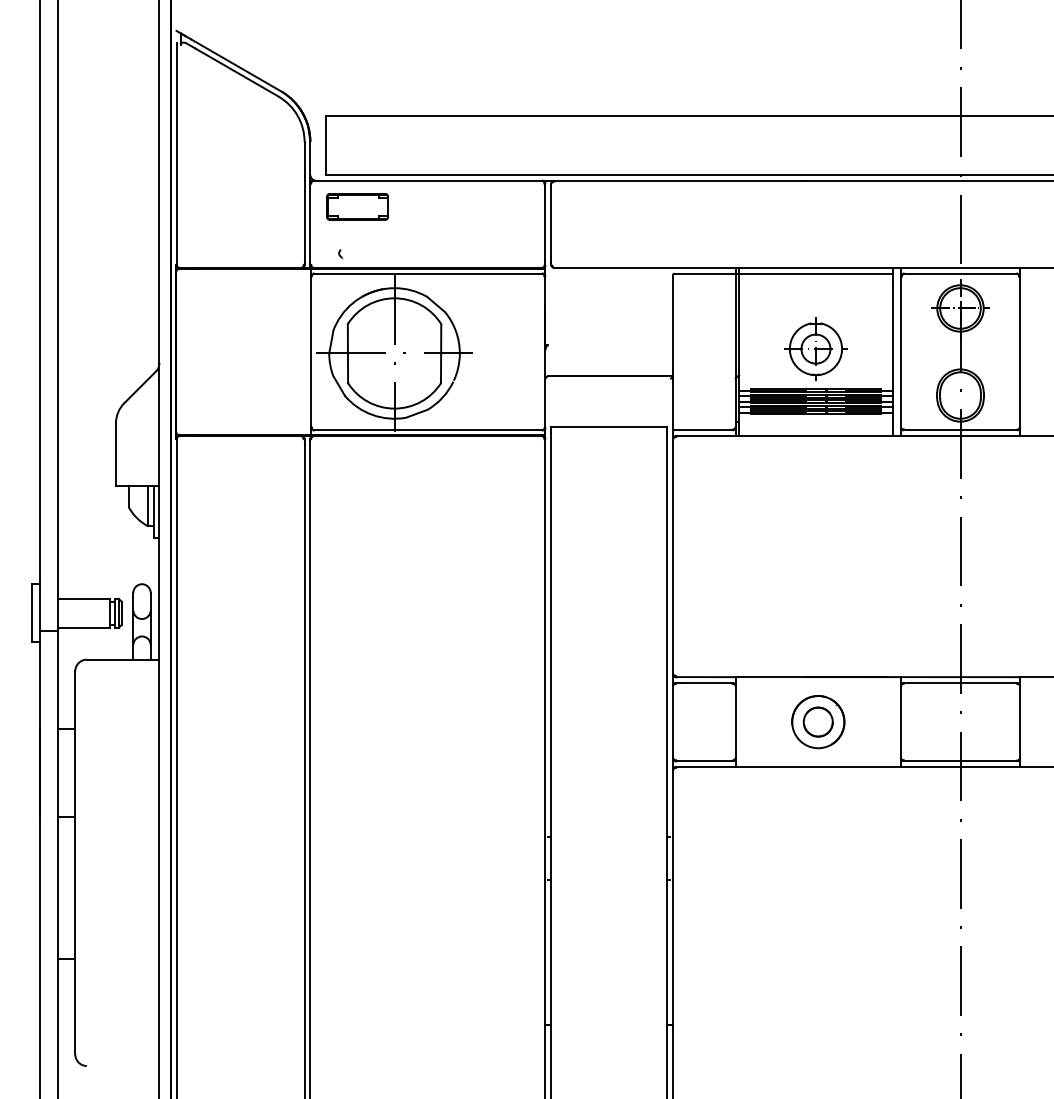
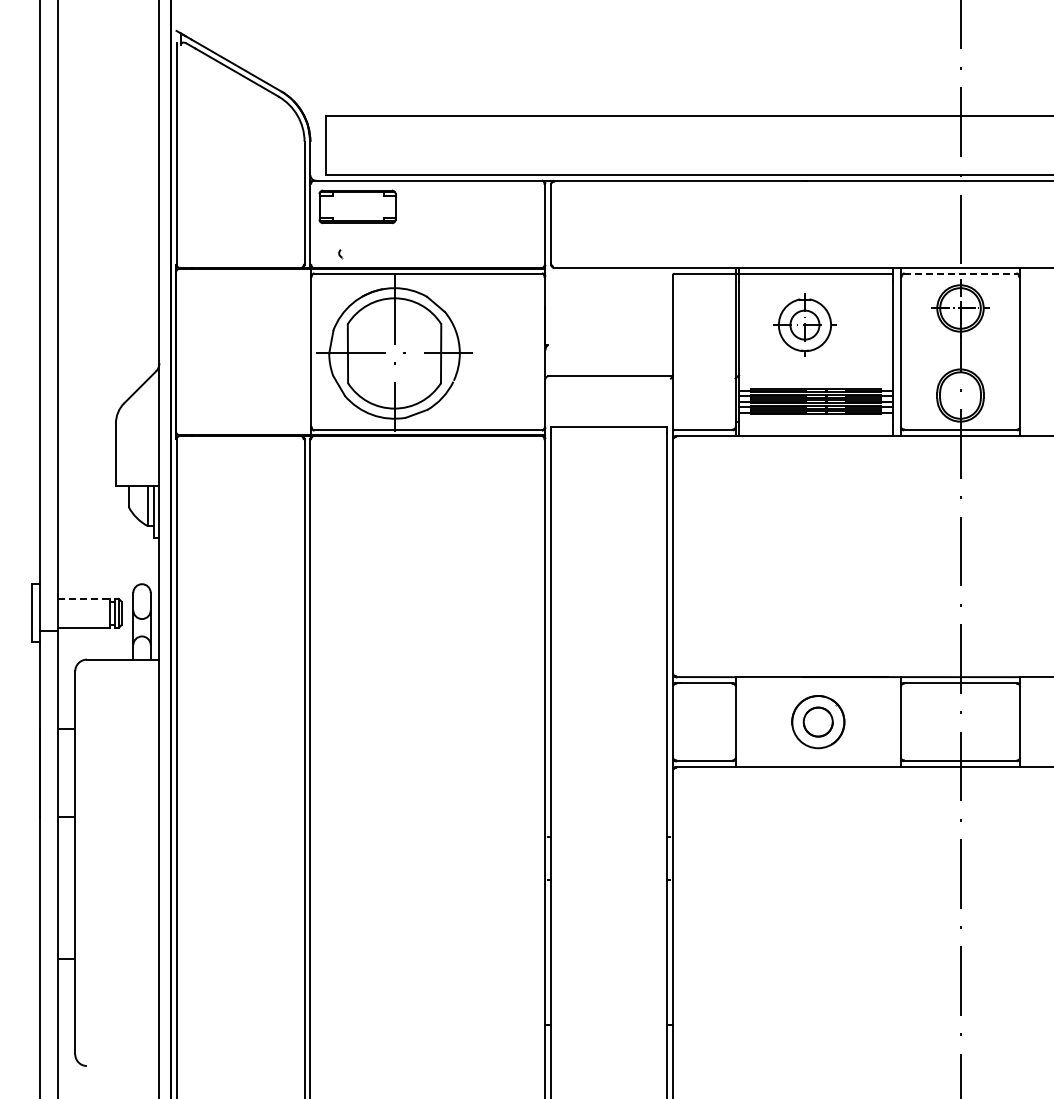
part at (357, 206) size: 63x28 px -> 79x35 px
line at (960, 273): solid -> dashed
part at (815, 348) position: (815, 348) -> (804, 324)
line at (84, 598): solid -> dashed
